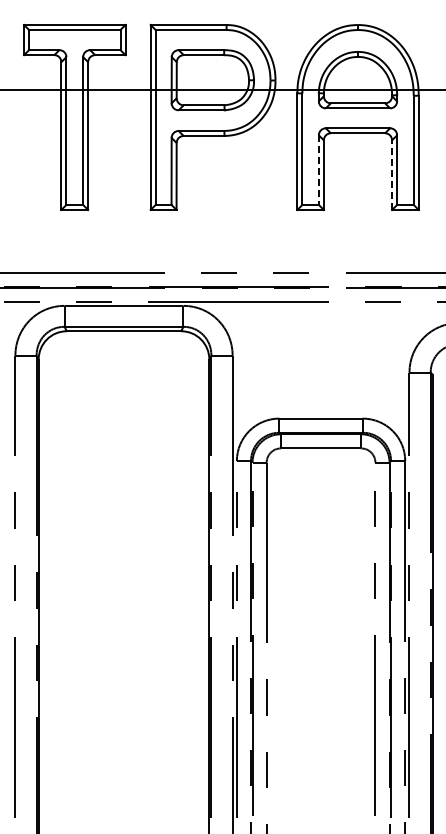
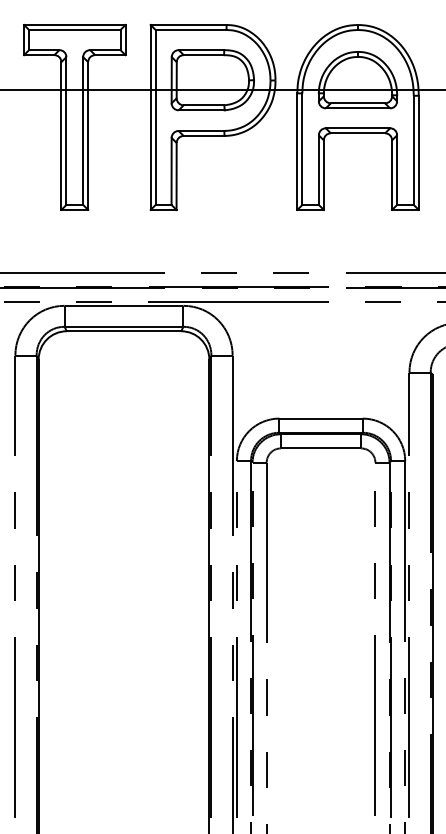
line at (318, 170): dashed -> solid
line at (392, 175): dashed -> solid
